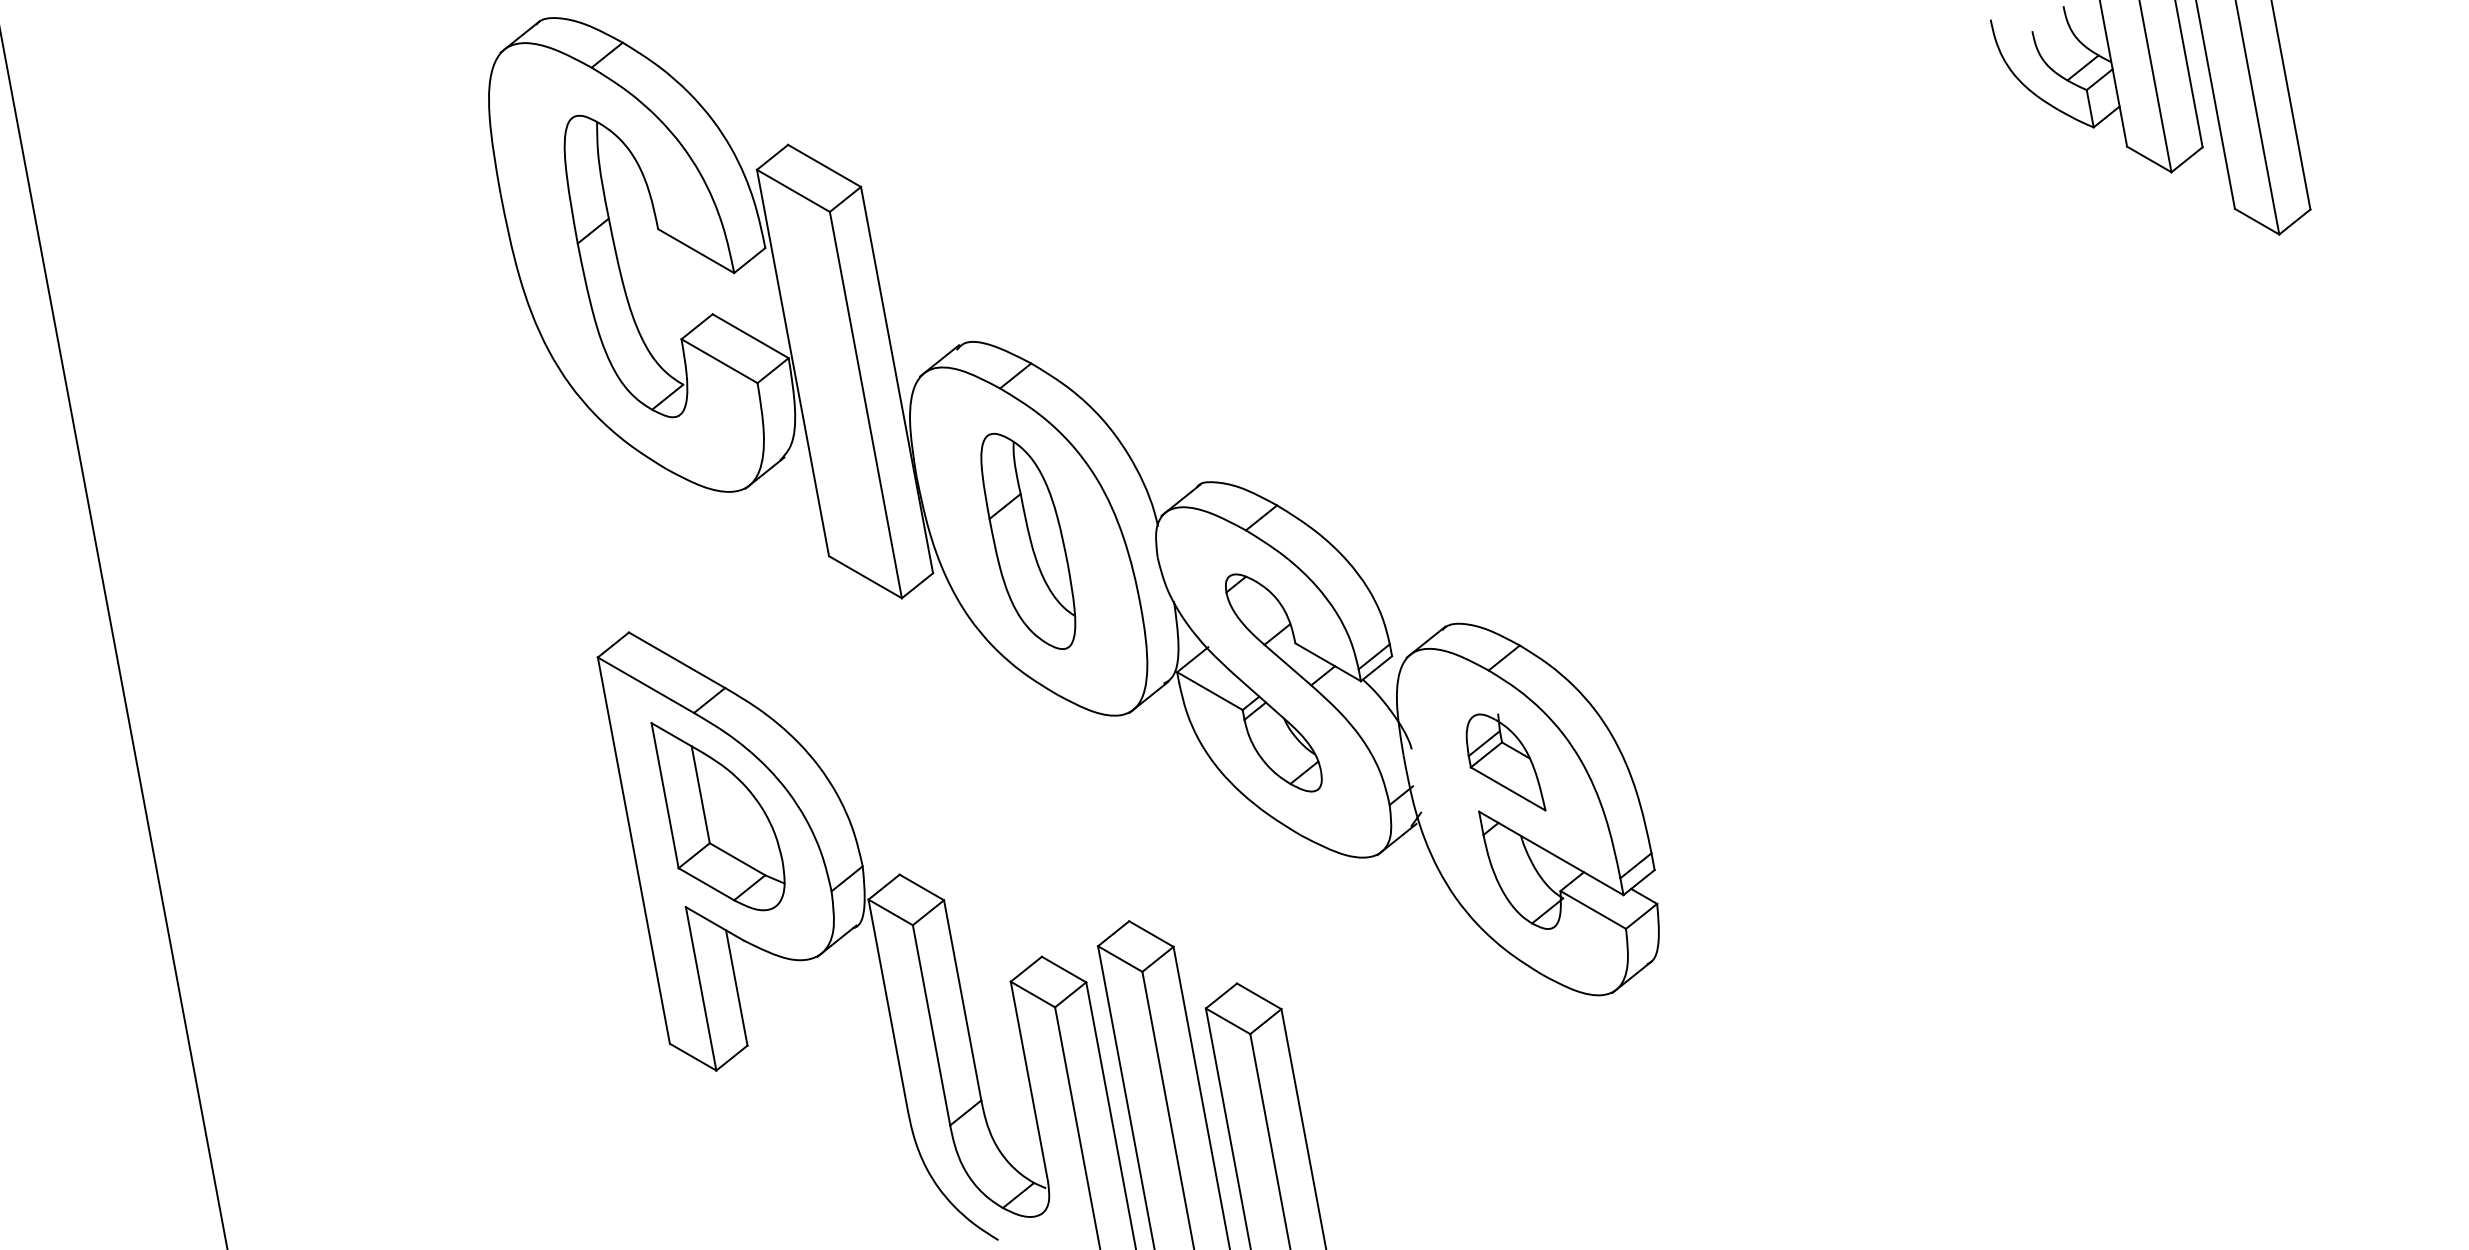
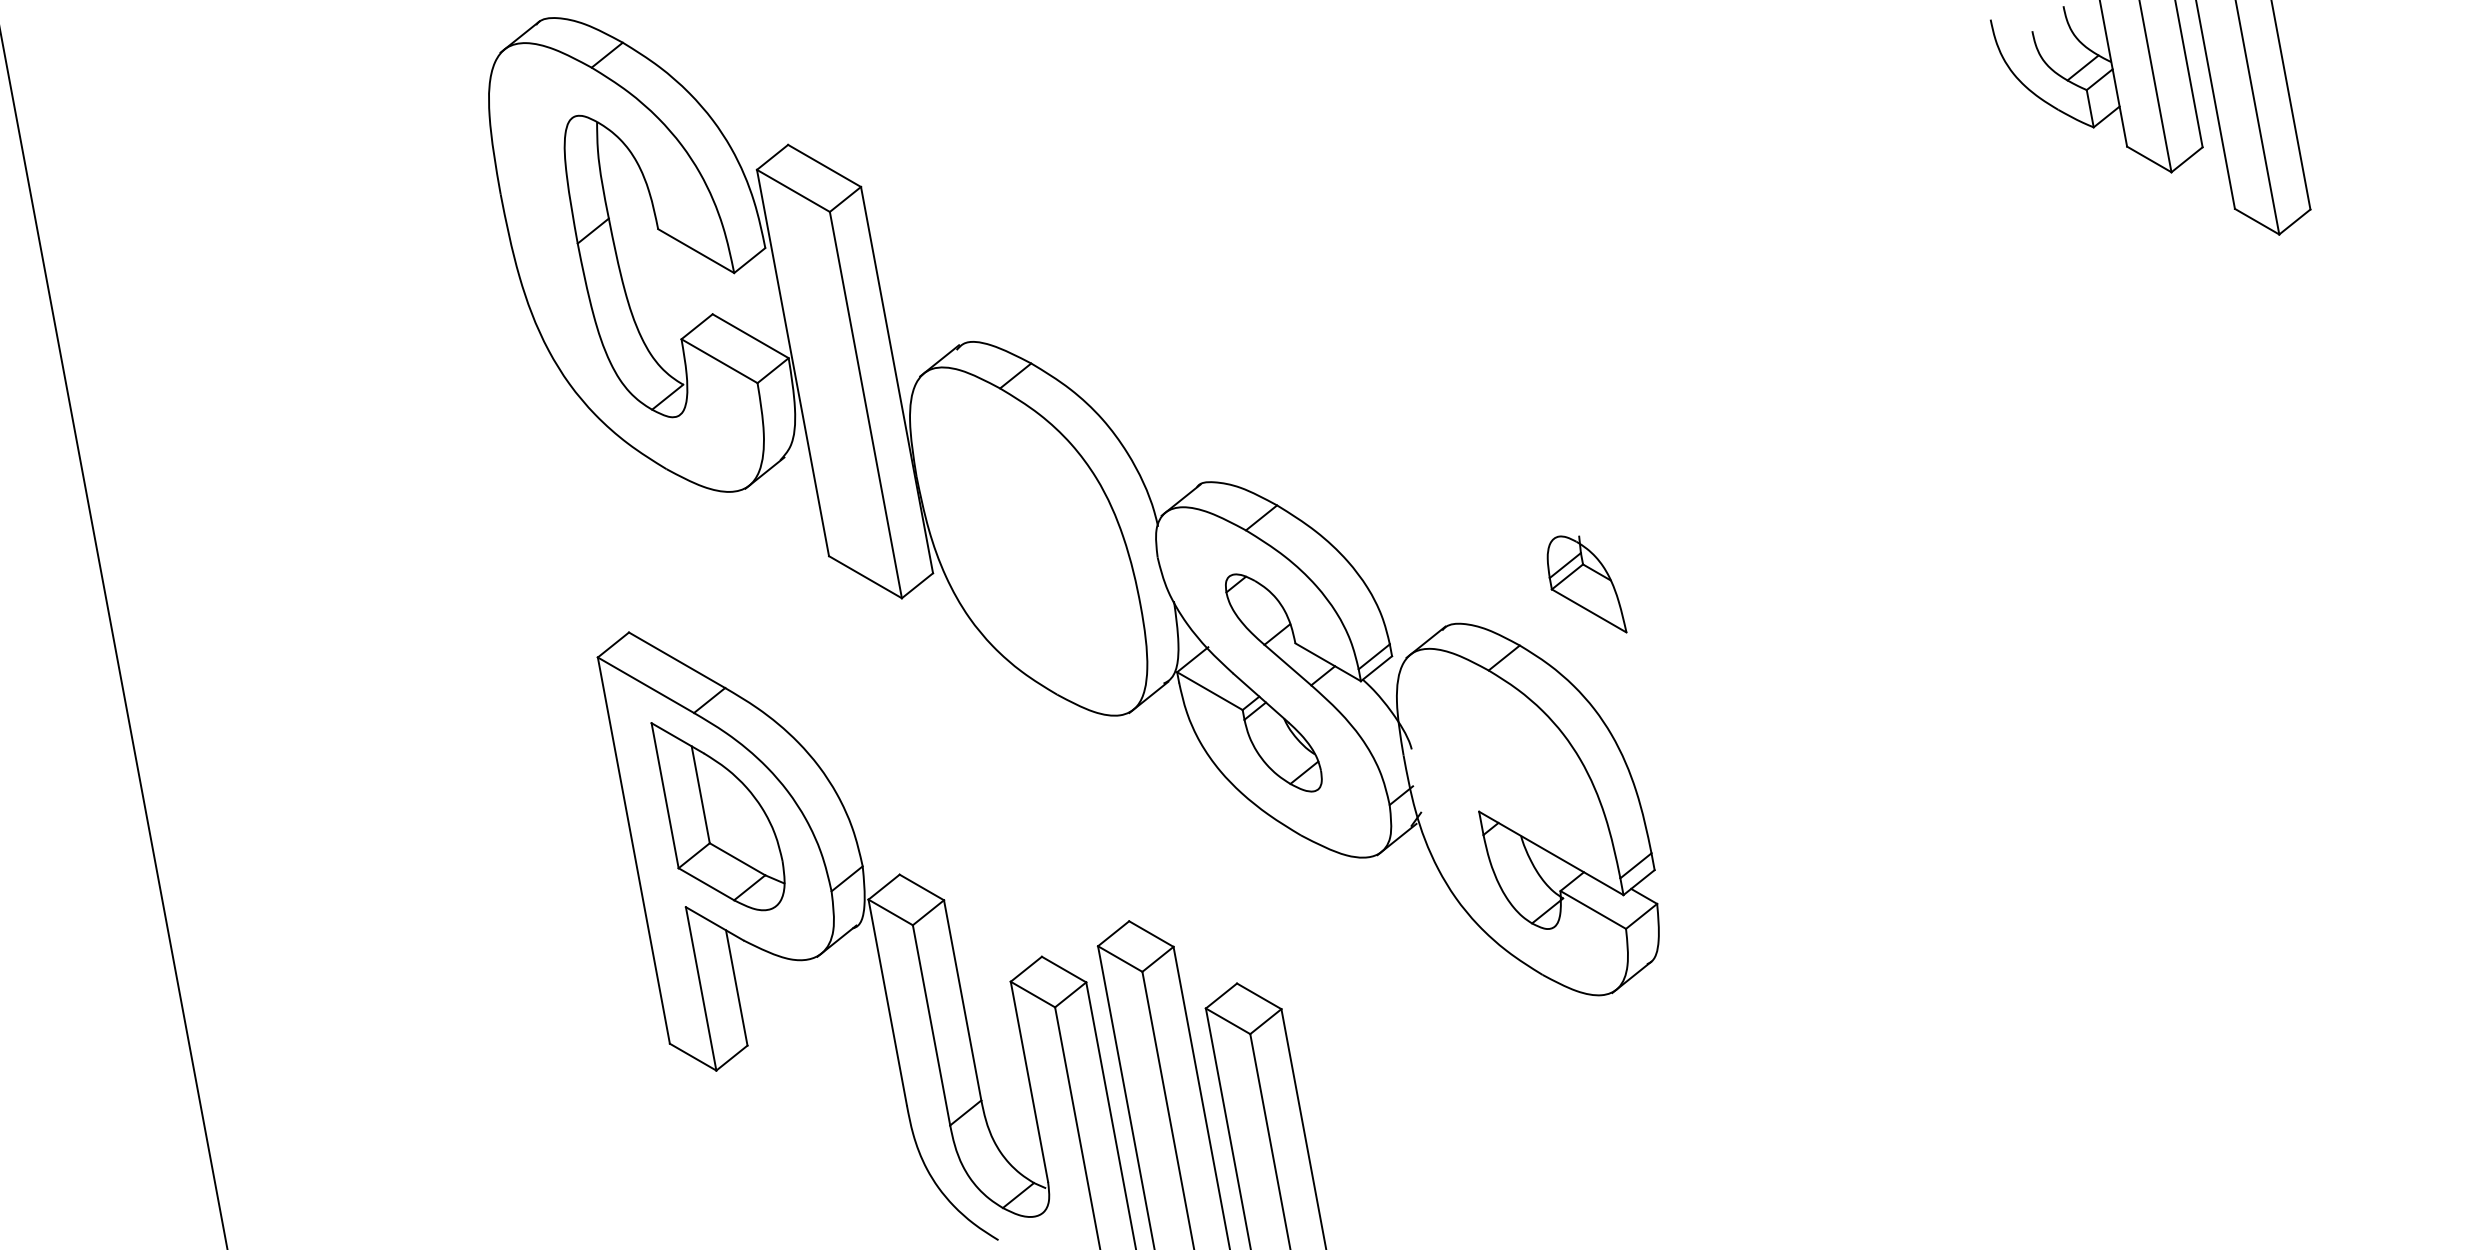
part at (1028, 540): present -> none
part at (1505, 762) position: (1505, 762) -> (1586, 584)
